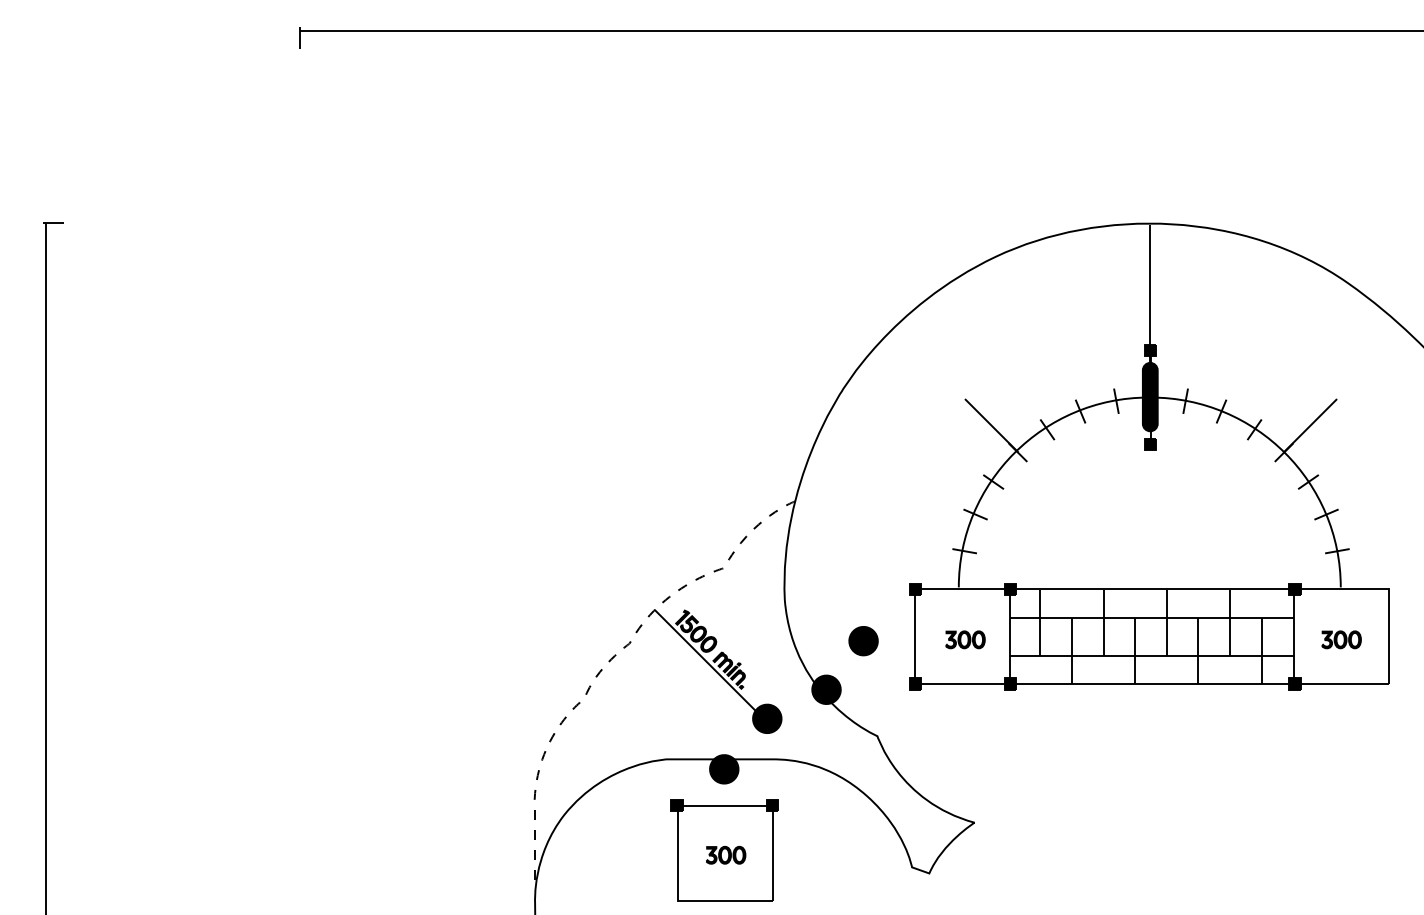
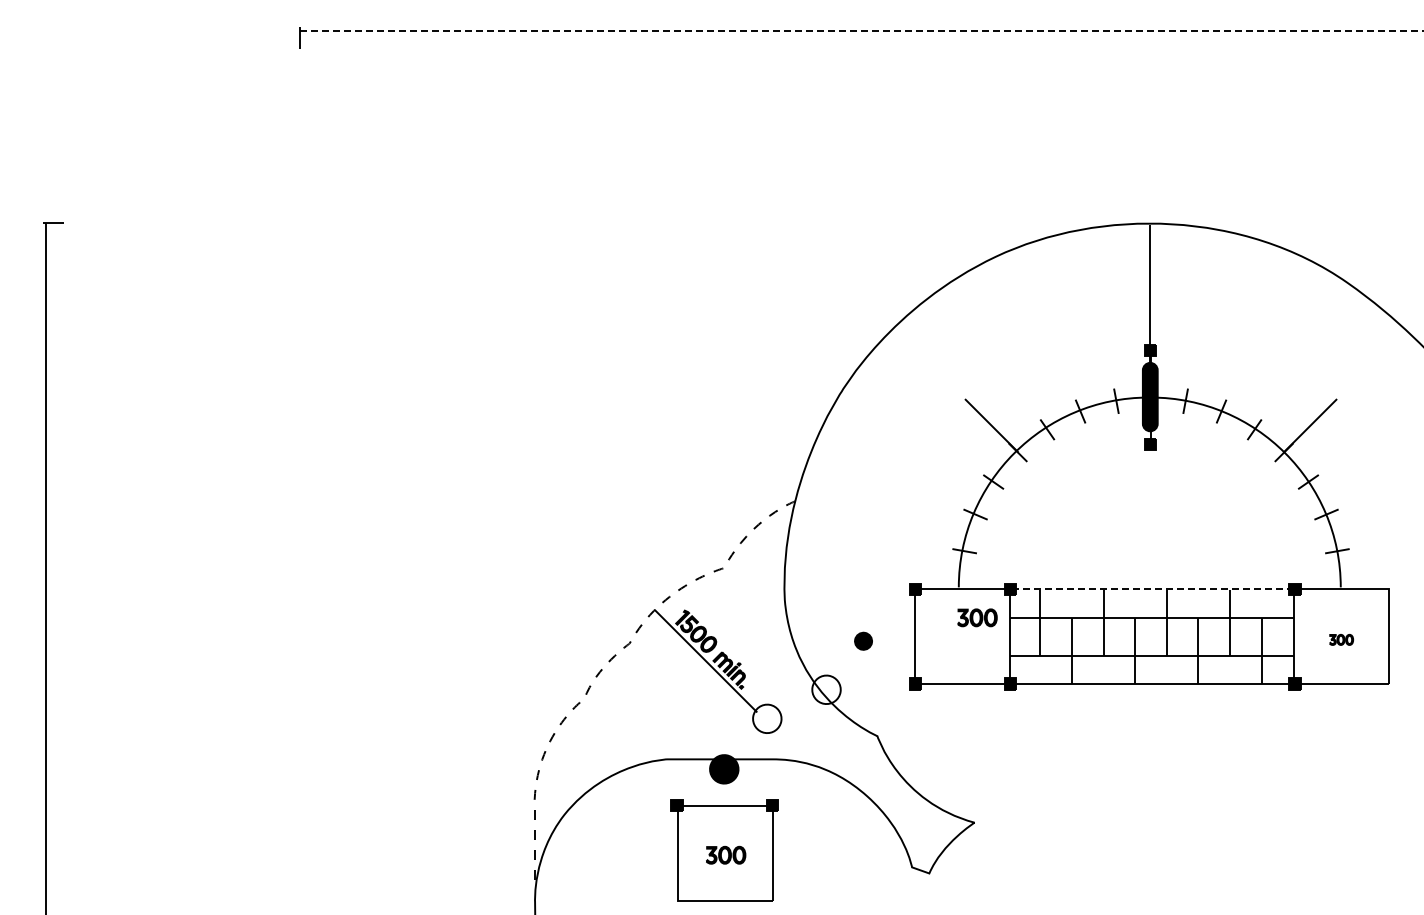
line at (861, 30): solid -> dashed
line at (1151, 589): solid -> dashed
part at (965, 639) position: (965, 639) -> (977, 617)
part at (1341, 639) size: 41x20 px -> 26x12 px
part at (863, 641) size: 31x31 px -> 19x20 px
fill at (826, 689): present -> none
fill at (767, 718): present -> none
